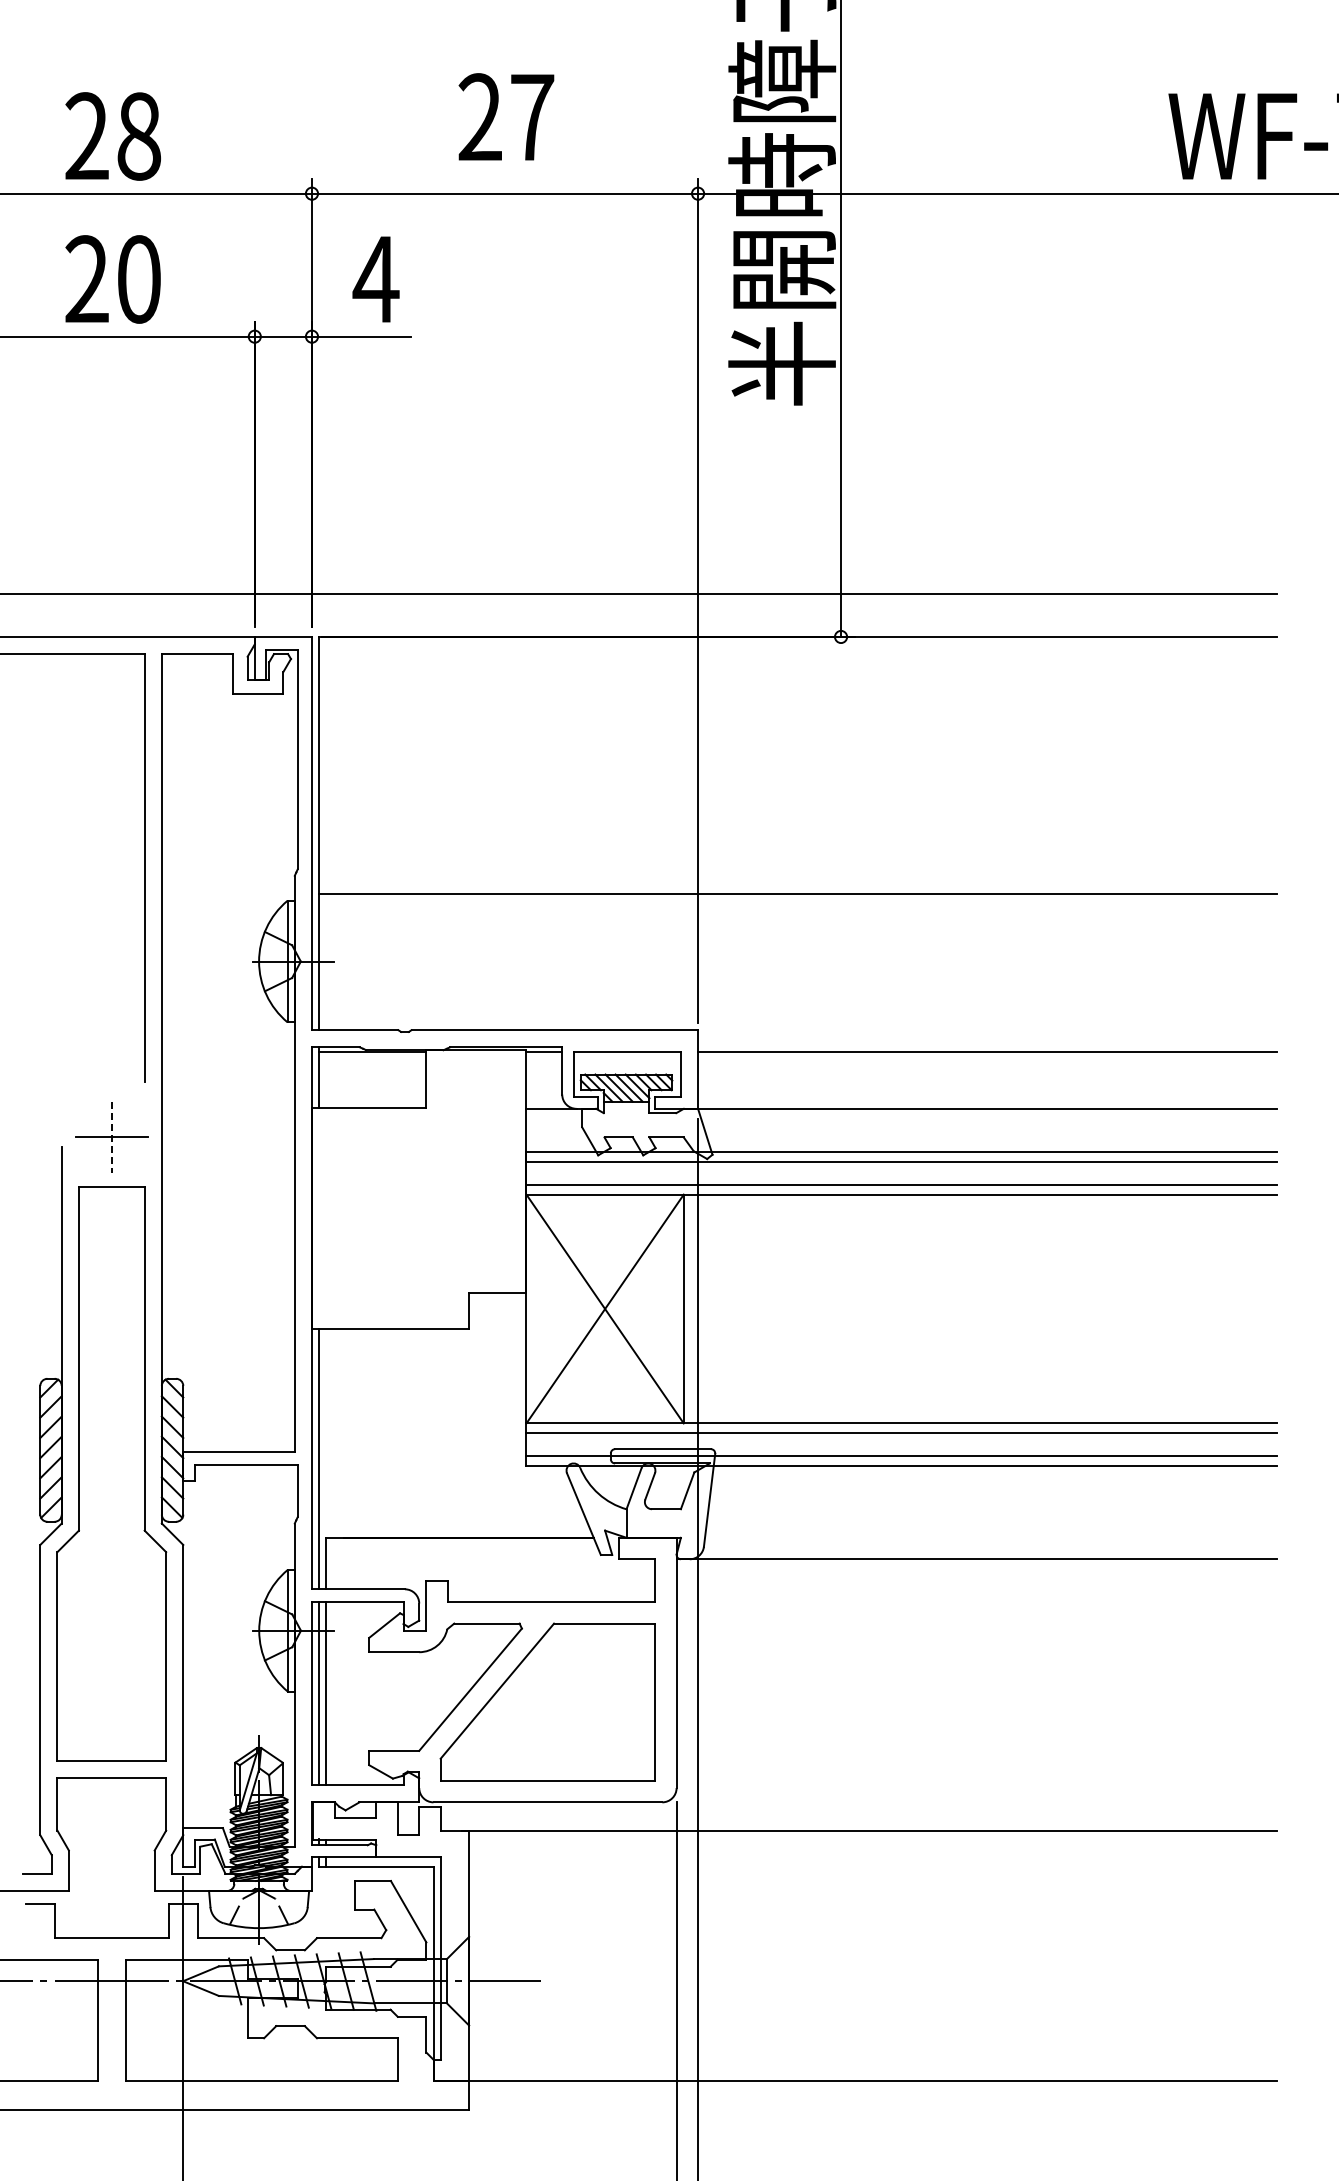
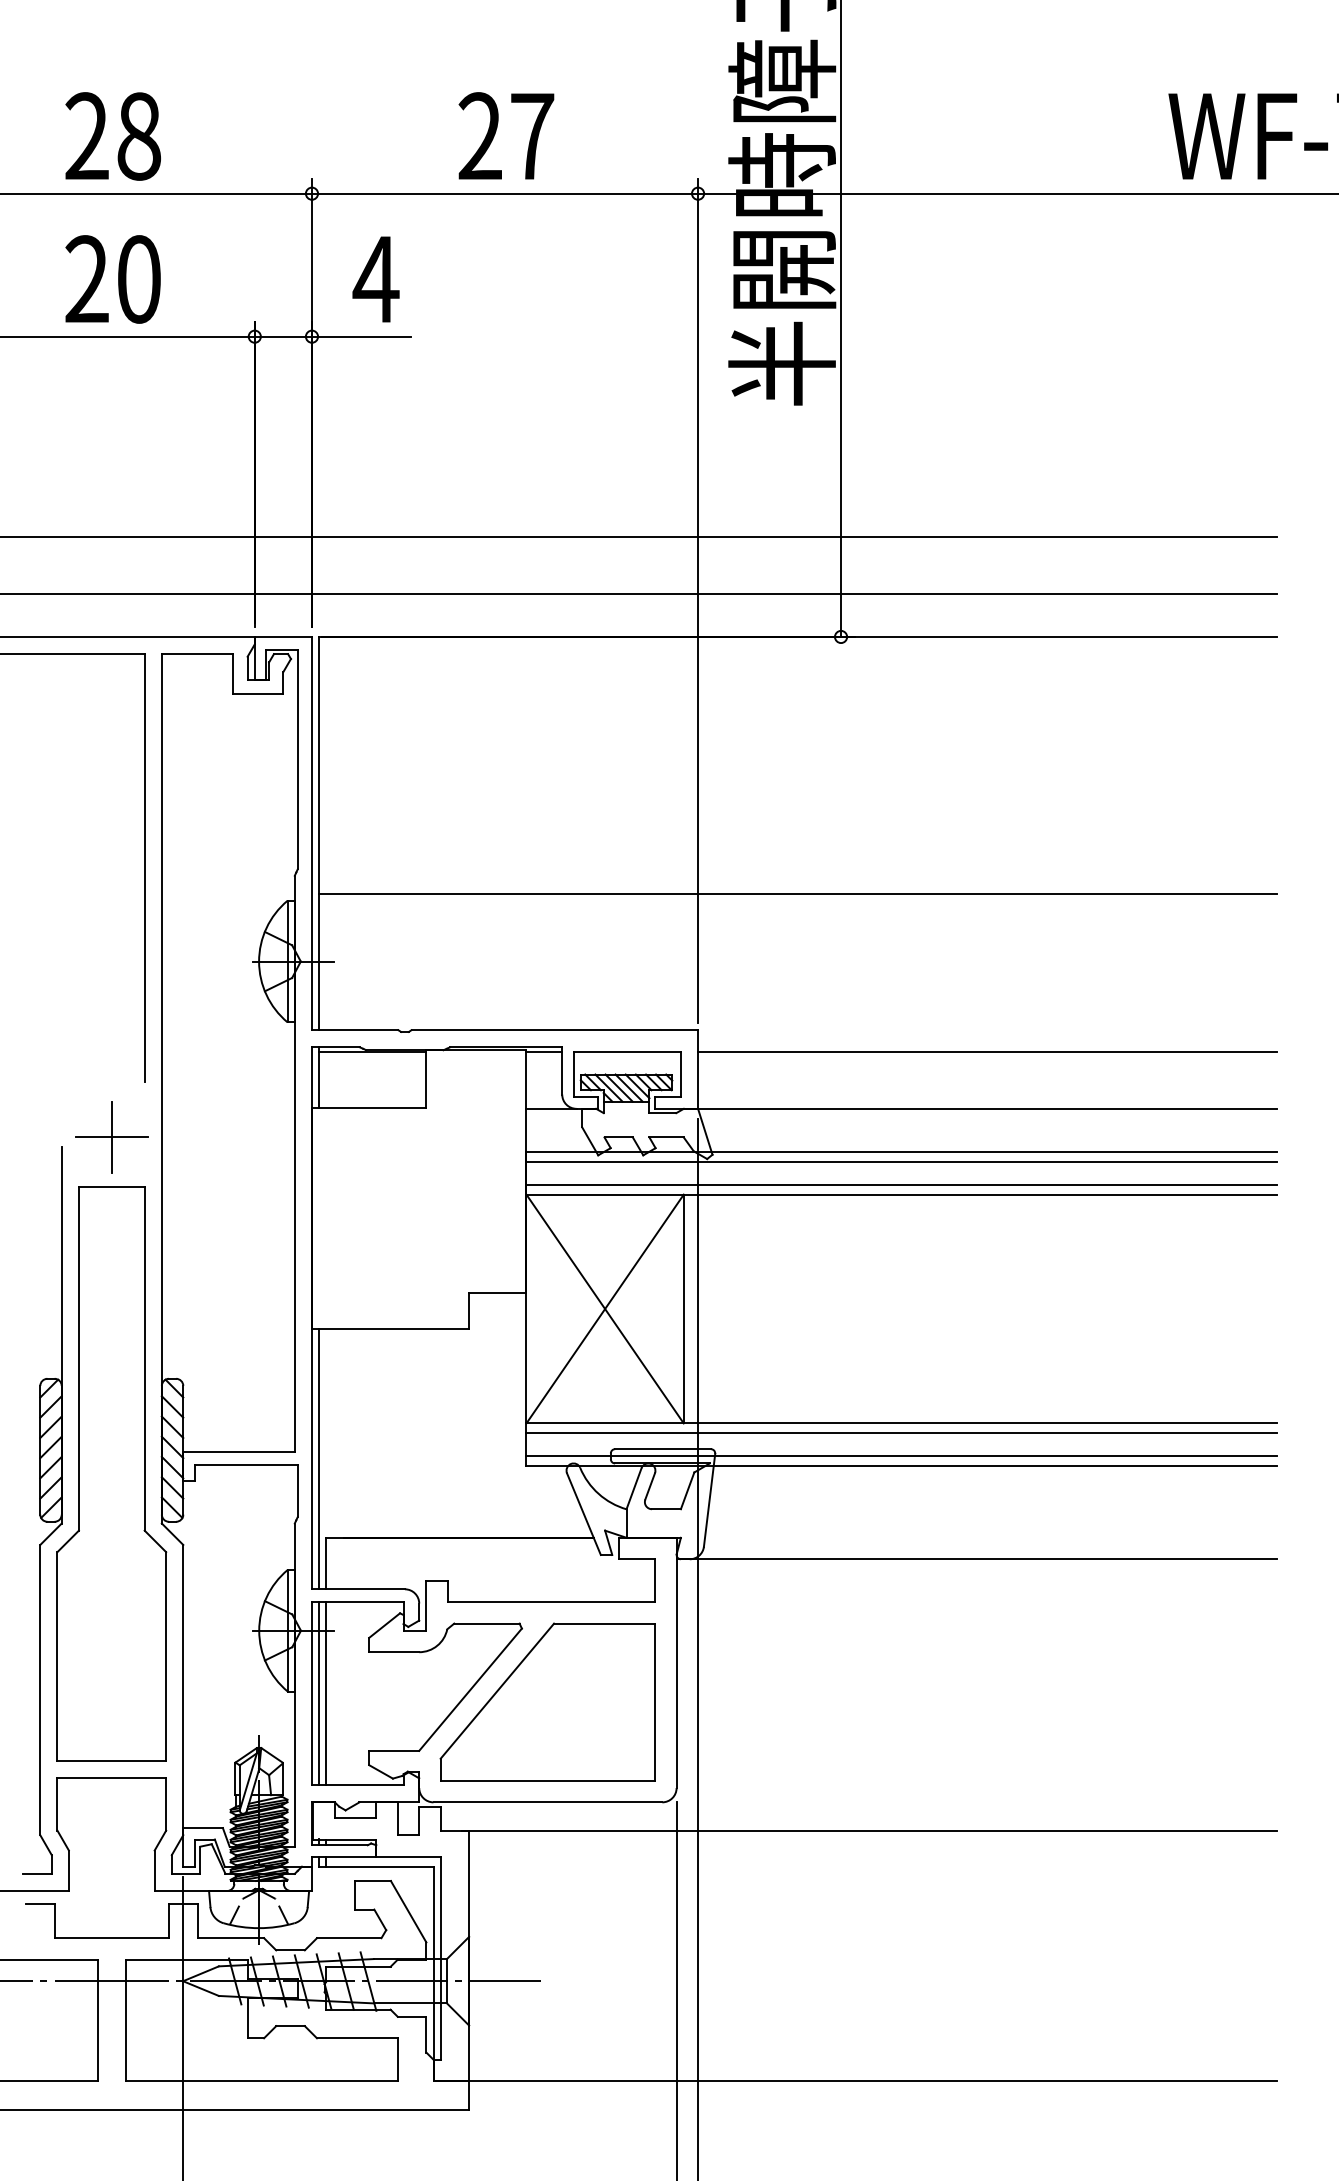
text at (506, 116) position: (506, 116) -> (506, 135)
line at (639, 537): none -> present
line at (111, 1137): dashed -> solid
